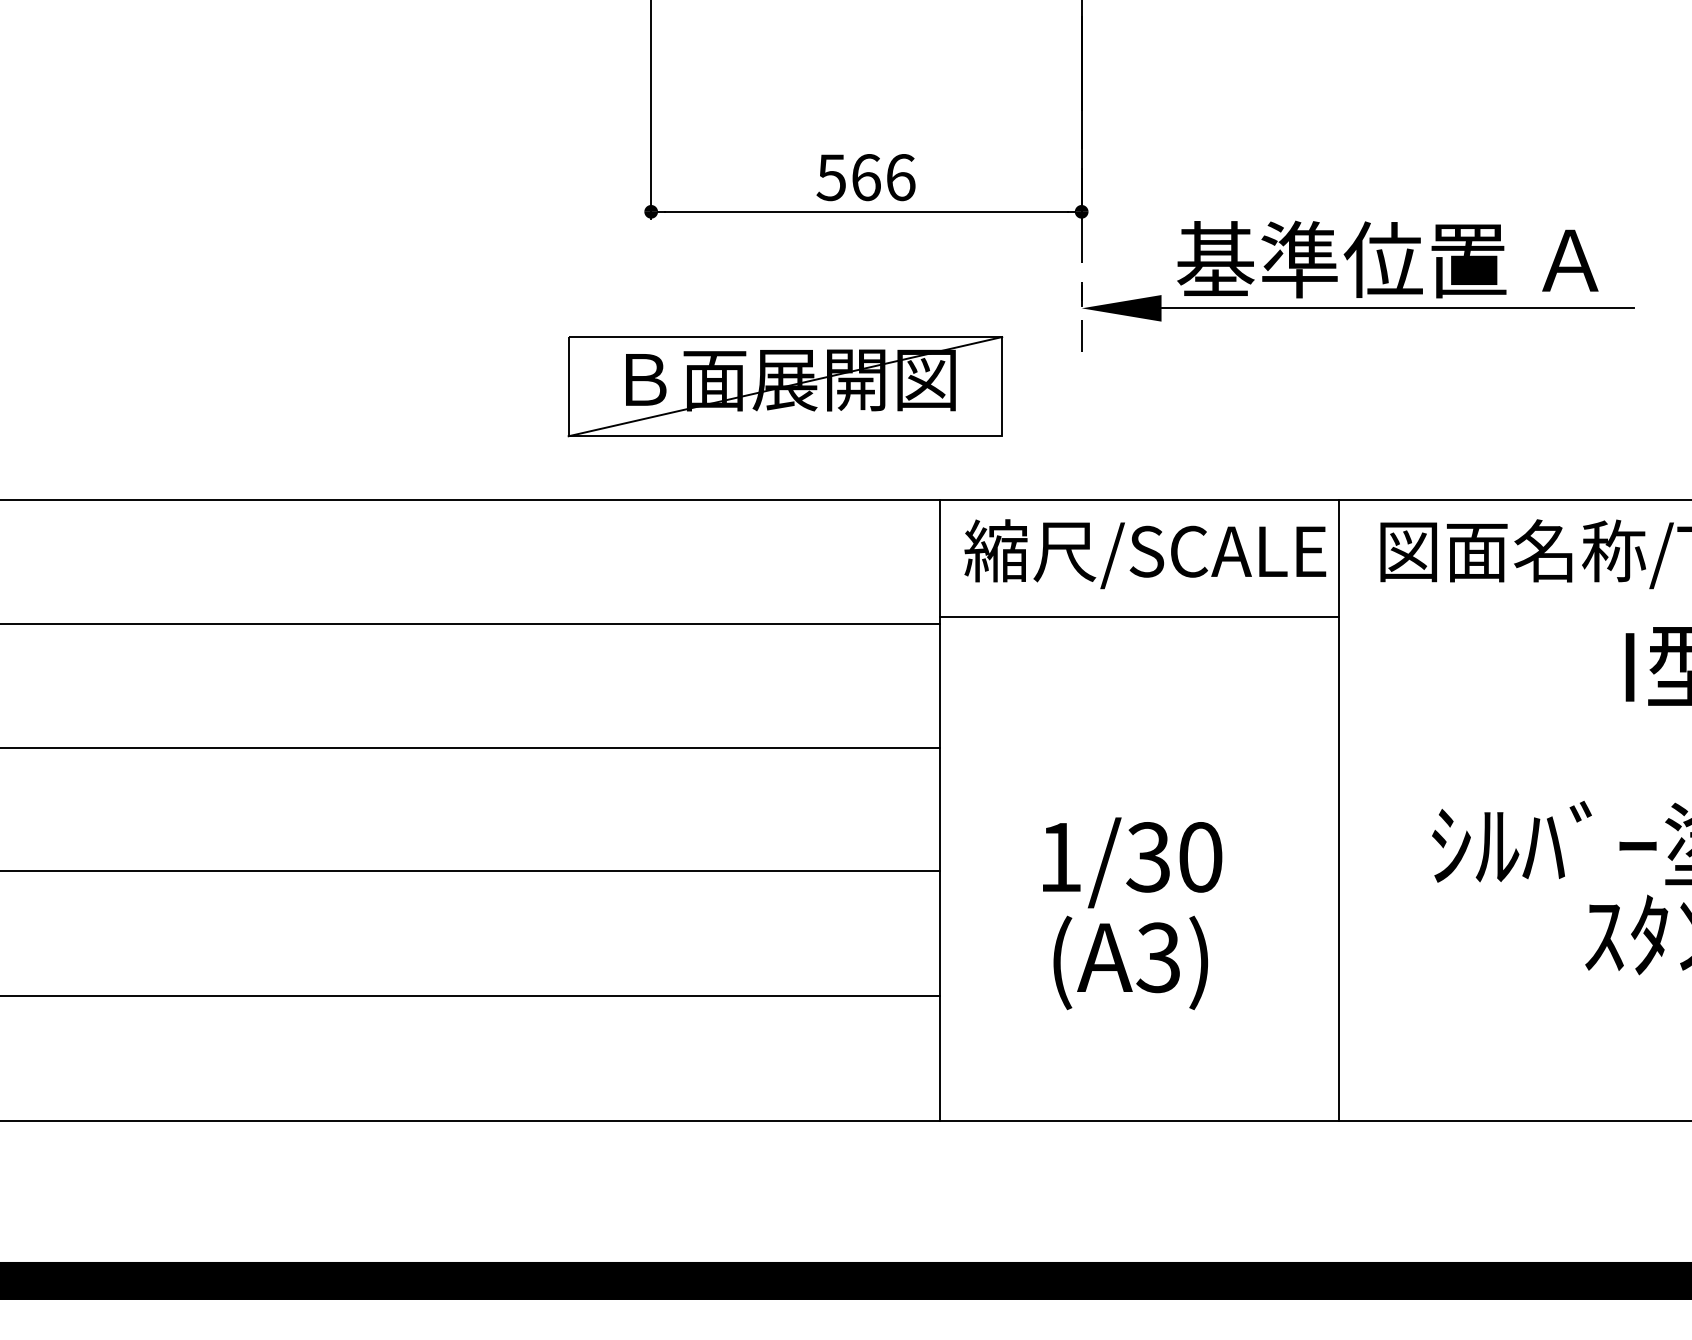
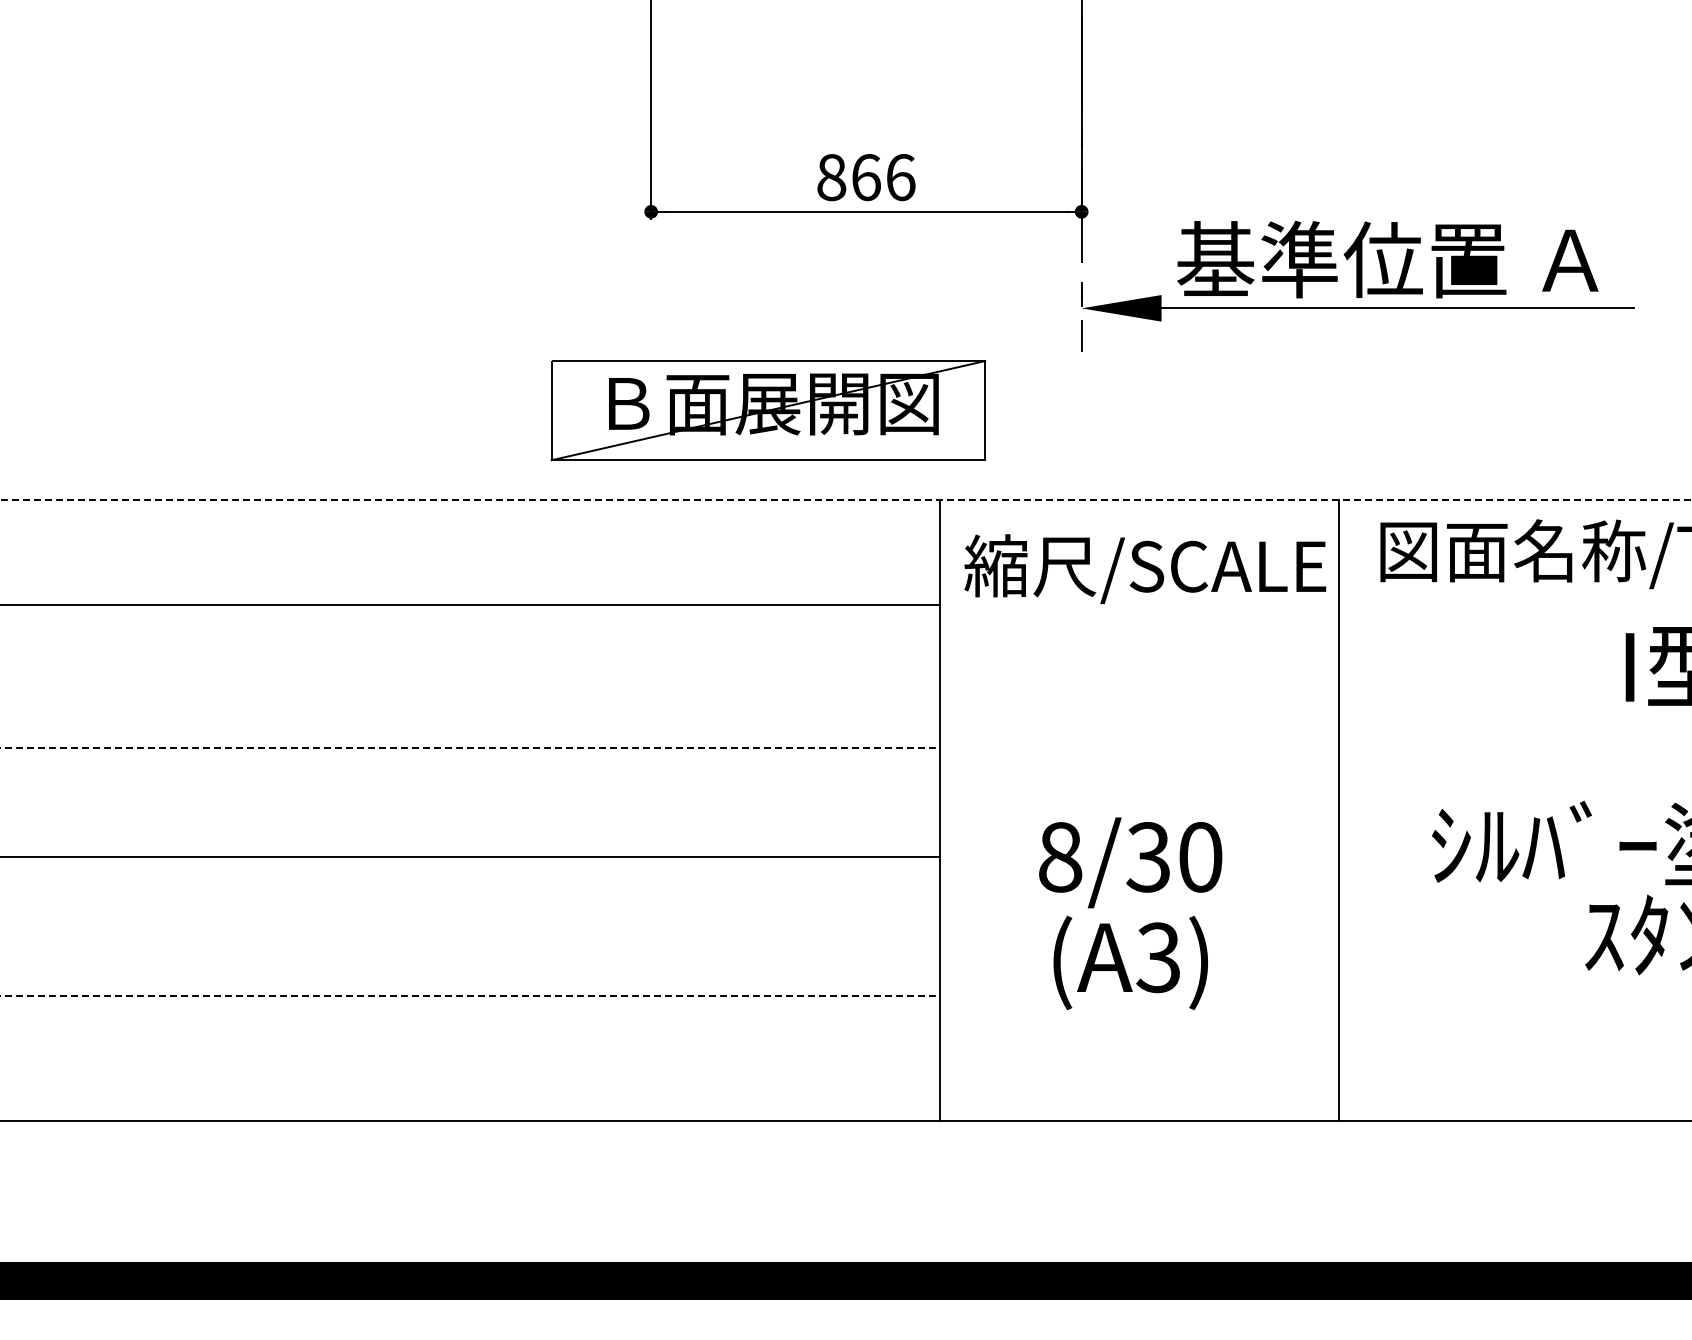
text at (831, 177): 566 -> 866
part at (785, 386) position: (785, 386) -> (768, 410)
line at (845, 499): solid -> dashed
text at (1145, 554) position: (1145, 554) -> (1145, 569)
line at (1139, 617): present -> none
line at (471, 623) position: (471, 623) -> (471, 604)
line at (470, 747): solid -> dashed
text at (1060, 857): 1/30 -> 8/30
line at (471, 871) position: (471, 871) -> (471, 857)
line at (470, 996): solid -> dashed
